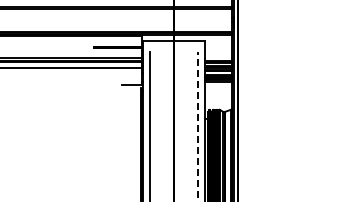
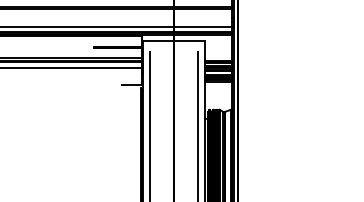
line at (116, 26): none -> present
line at (198, 126): dashed -> solid
